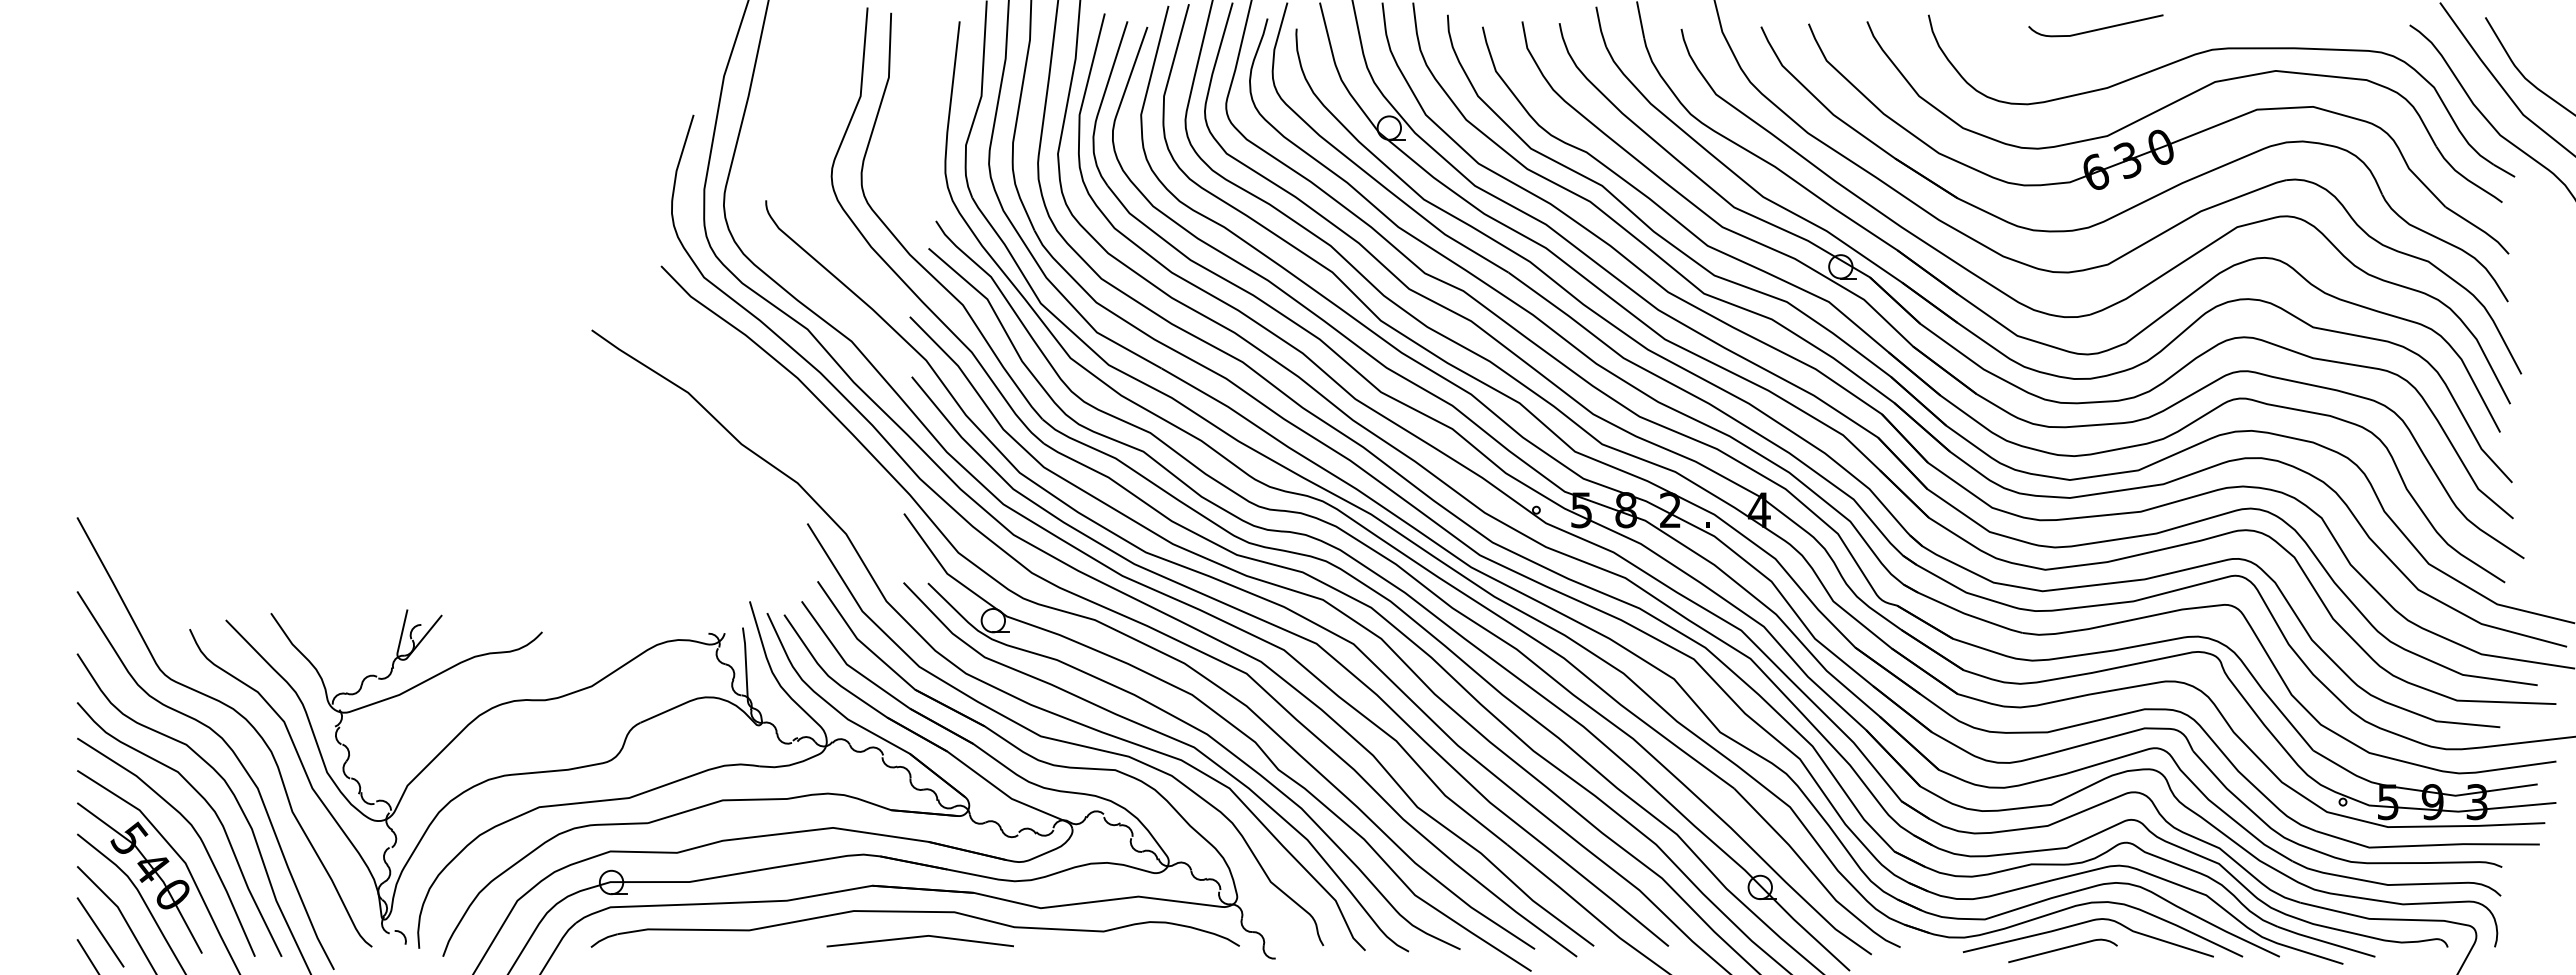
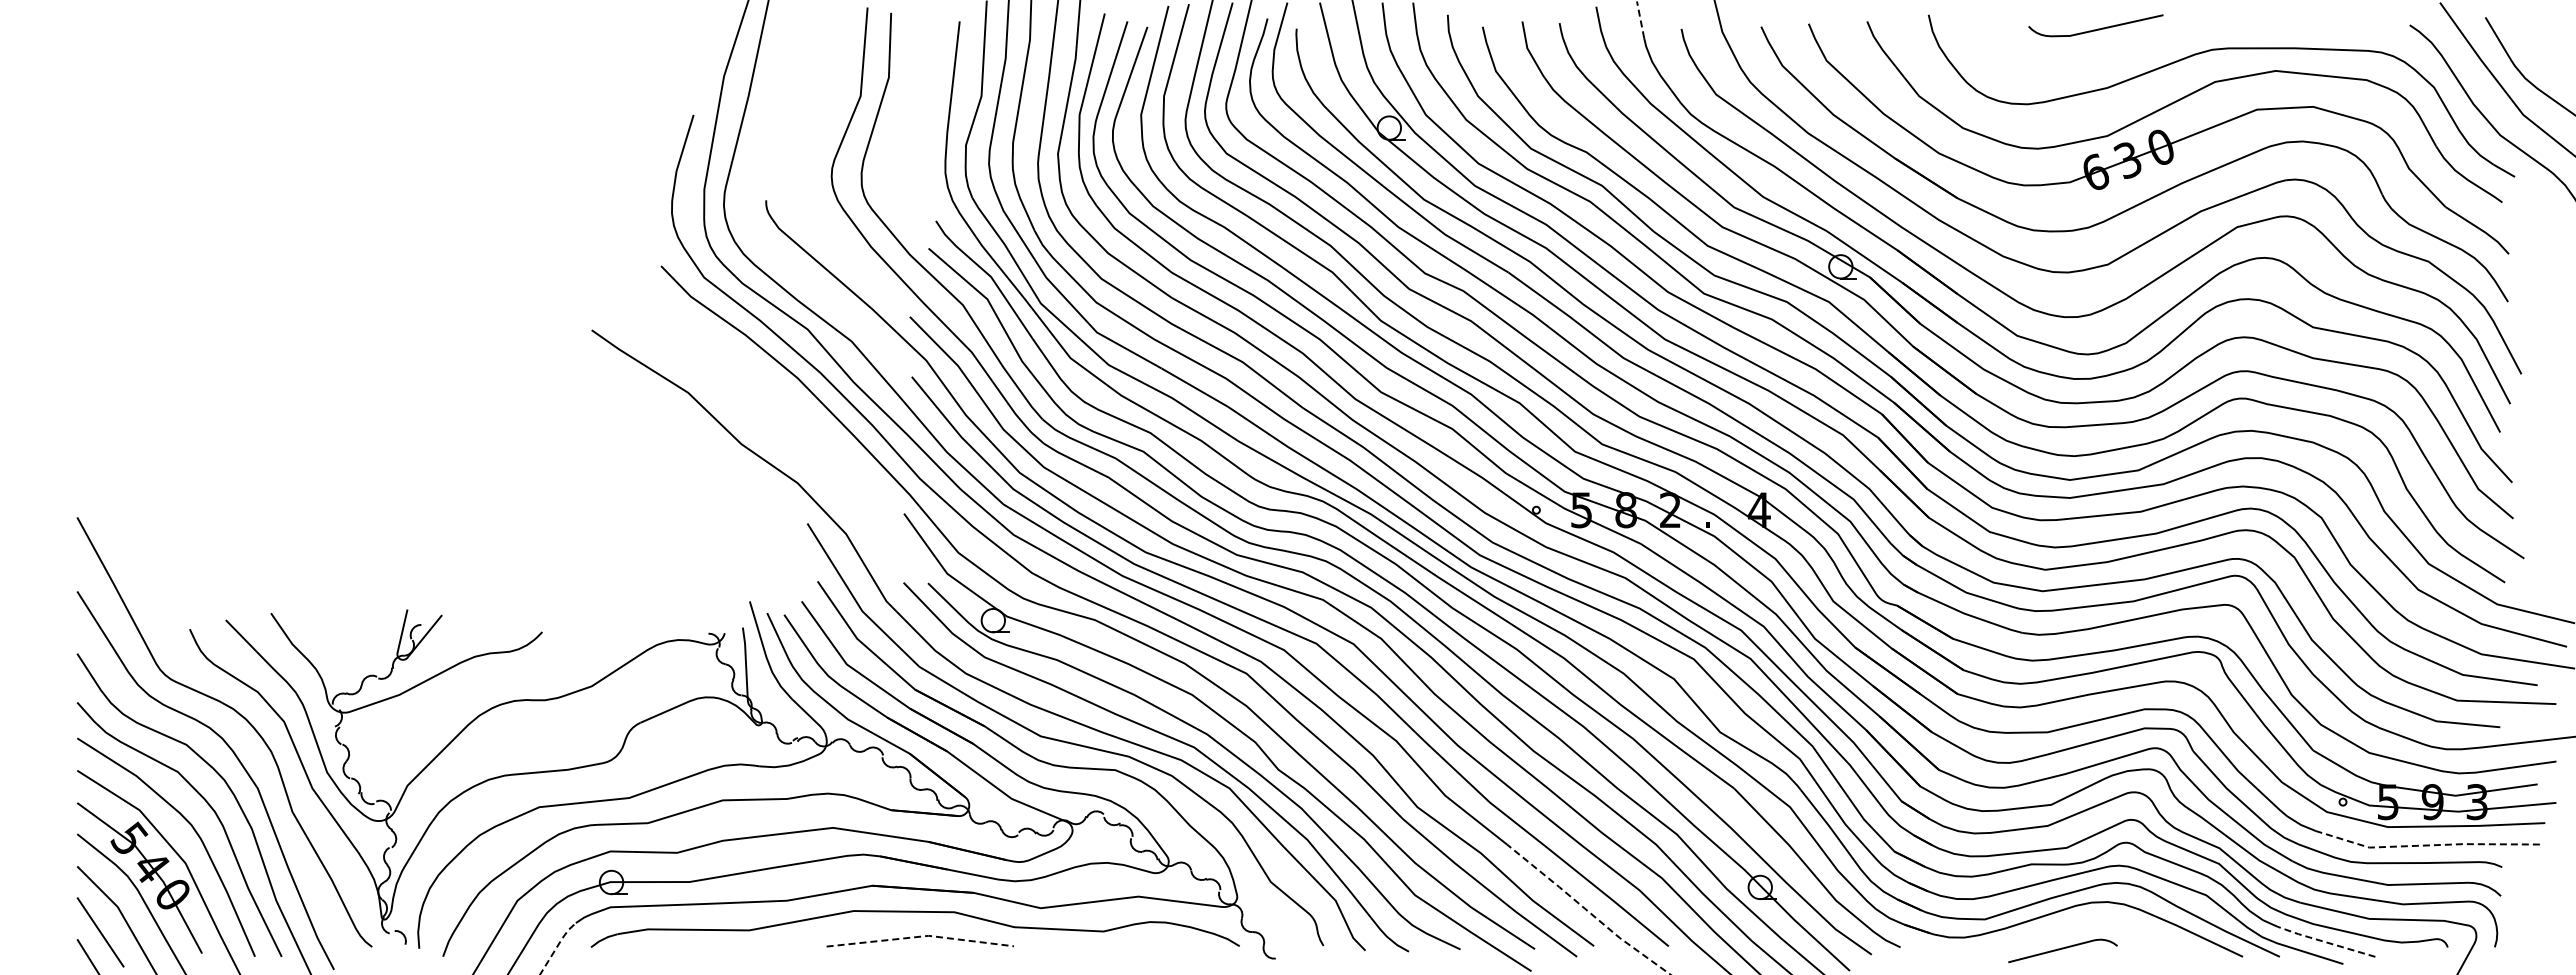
line at (1640, 19): solid -> dashed
line at (2426, 845): solid -> dashed
line at (1587, 910): solid -> dashed
curve at (2085, 923): present -> none
line at (921, 936): solid -> dashed
line at (2326, 942): solid -> dashed
line at (557, 947): solid -> dashed
